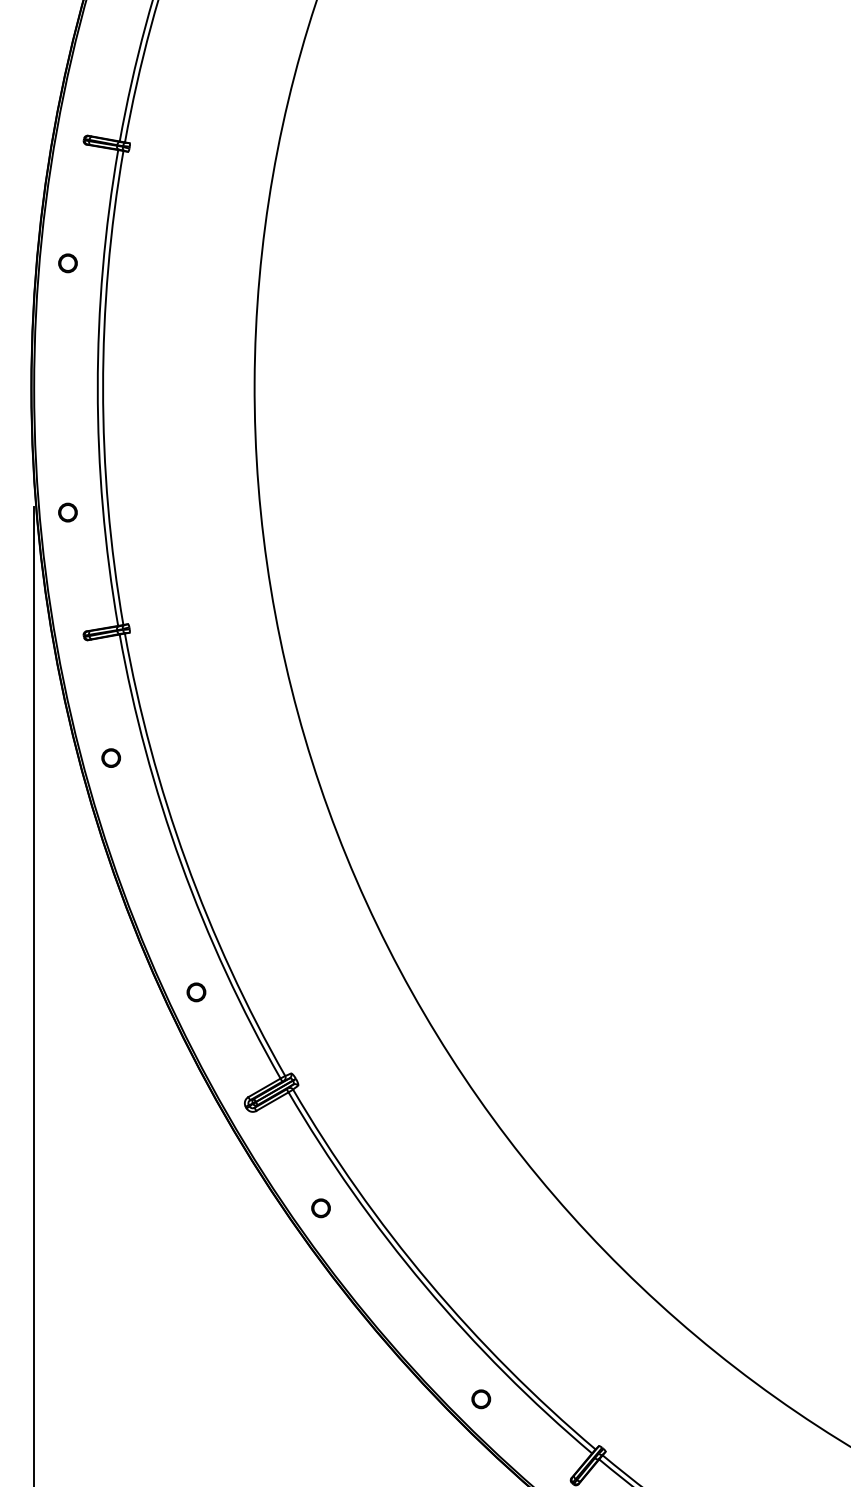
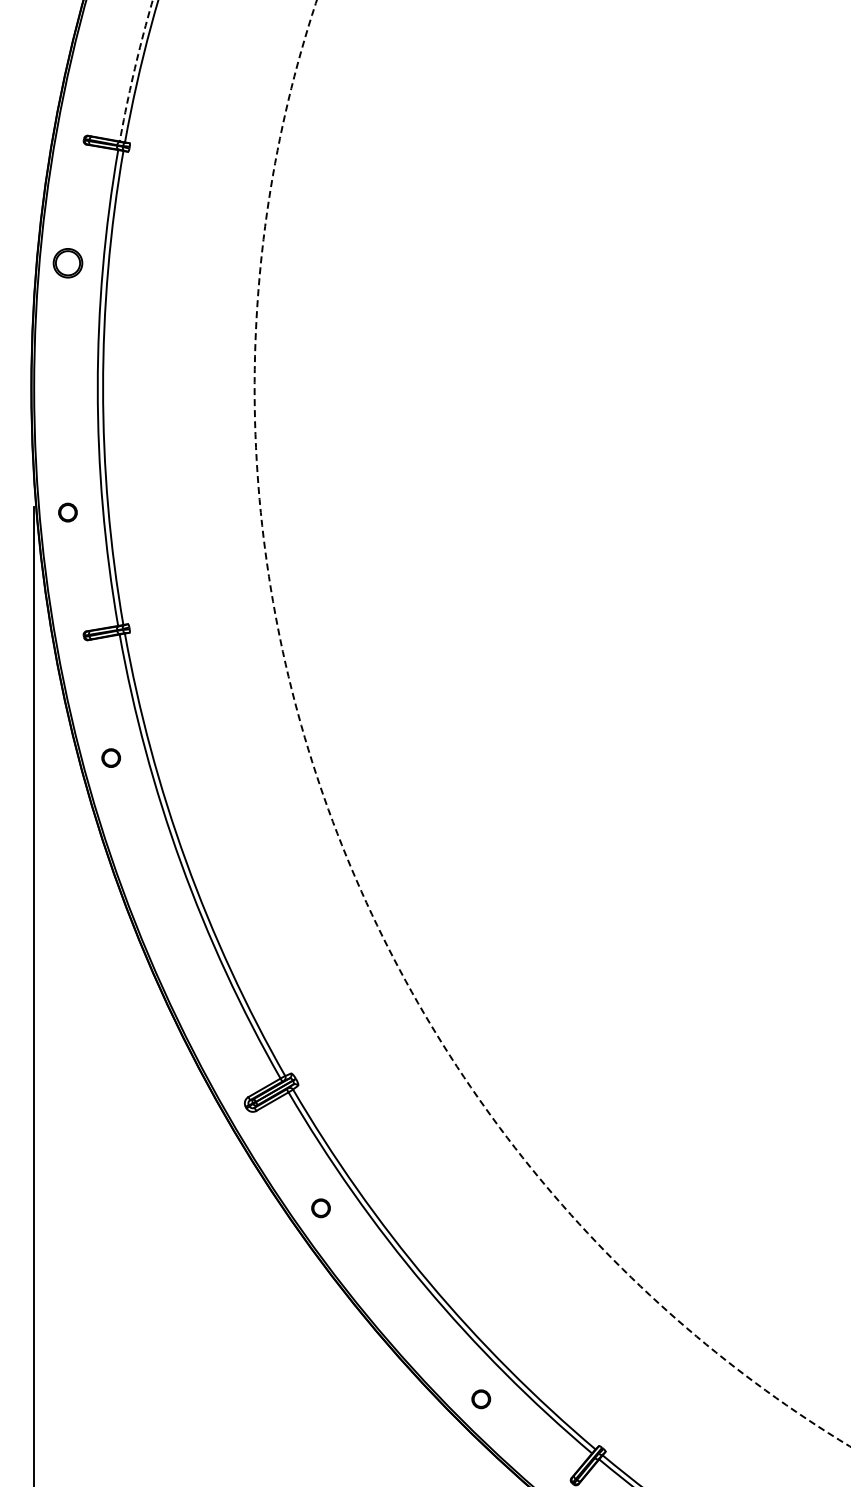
arc at (134, 70): solid -> dashed
part at (67, 263) size: 20x21 px -> 32x31 px
arc at (331, 816): solid -> dashed
part at (196, 992): present -> none
